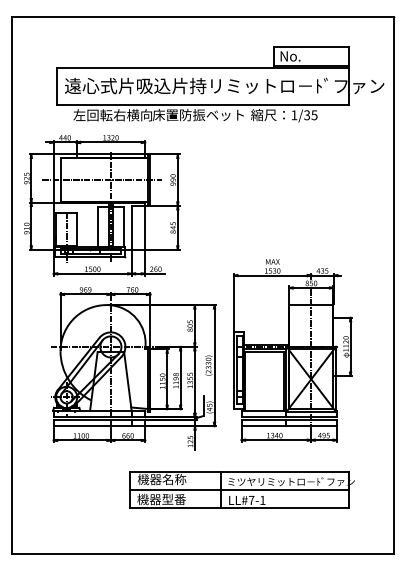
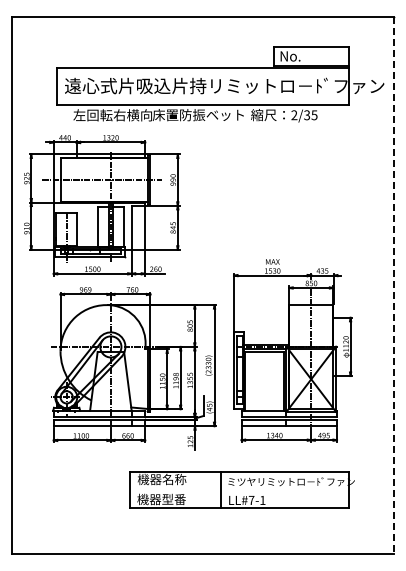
text at (294, 115): 1/35 -> 2/35
line at (394, 285): solid -> dashed
line at (239, 489): present -> none
